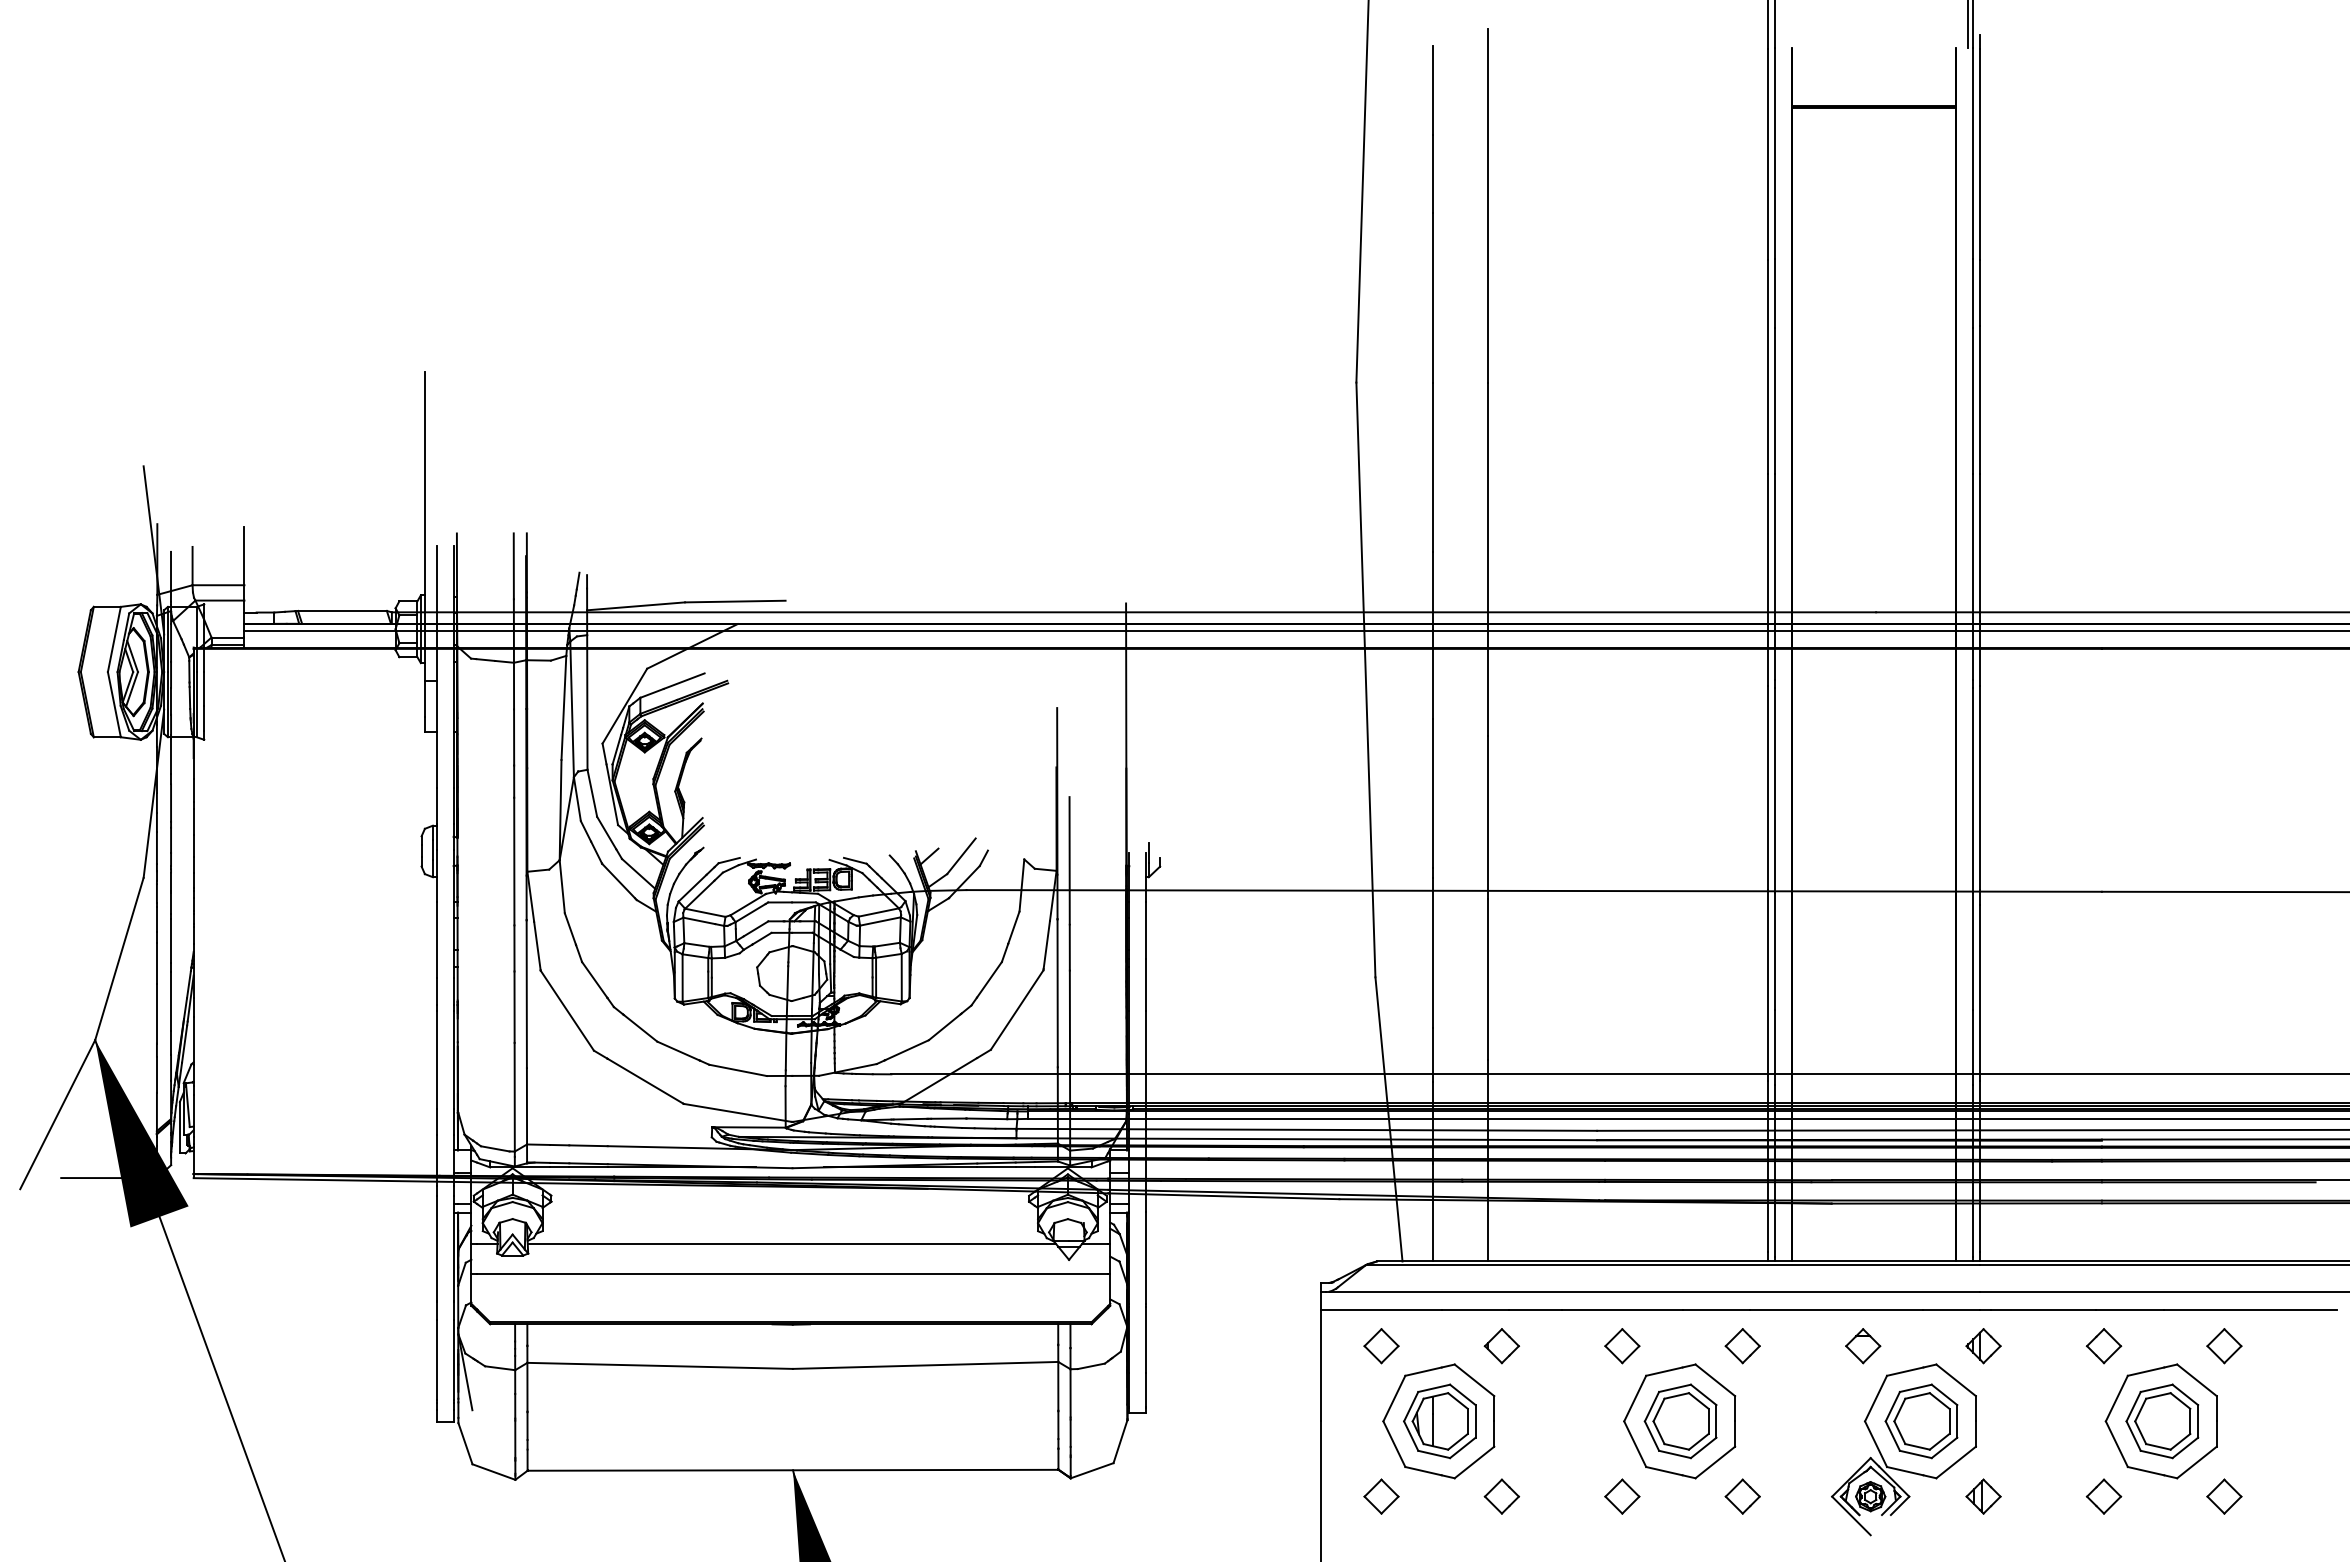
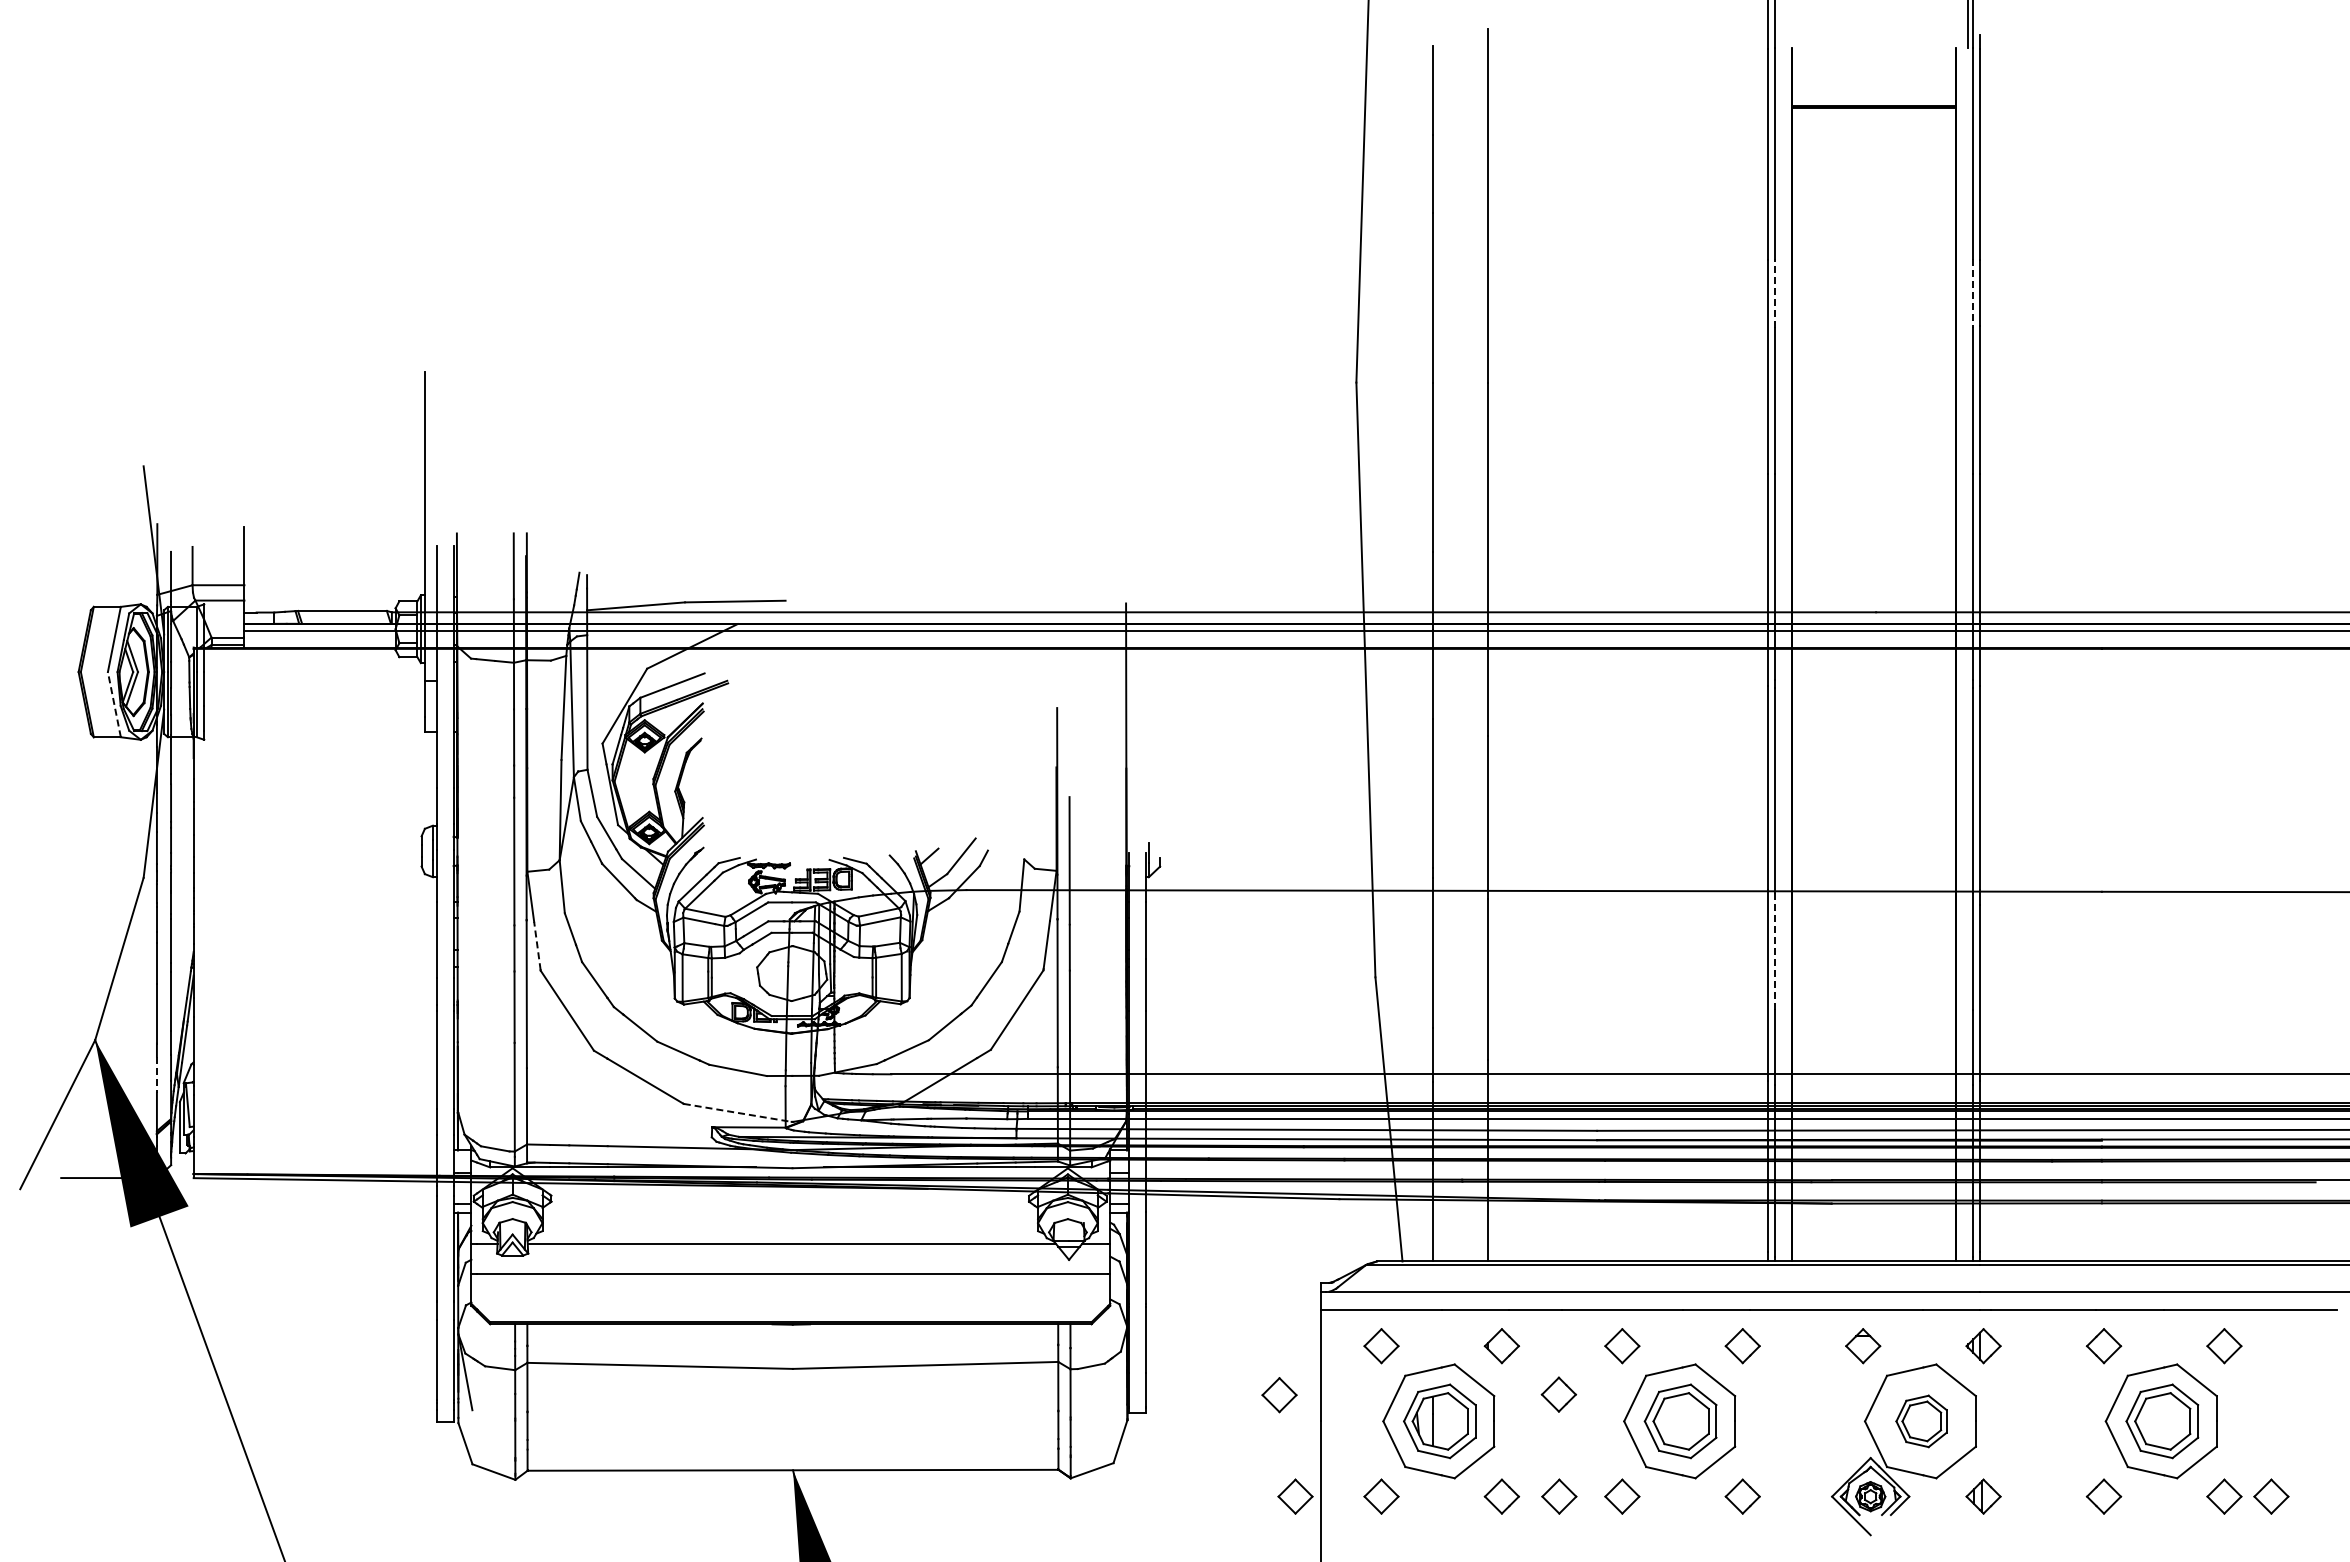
line at (1774, 293): solid -> dashed
line at (1973, 293): solid -> dashed
line at (114, 704): solid -> dashed
line at (537, 945): solid -> dashed
line at (1774, 950): solid -> dashed
line at (156, 1075): solid -> dashed
line at (737, 1112): solid -> dashed
part at (1558, 1394): none -> present
part at (1279, 1395): none -> present
part at (1921, 1421) size: 75x77 px -> 53x55 px
part at (1295, 1496): none -> present
part at (1559, 1496): none -> present
part at (2271, 1496): none -> present
